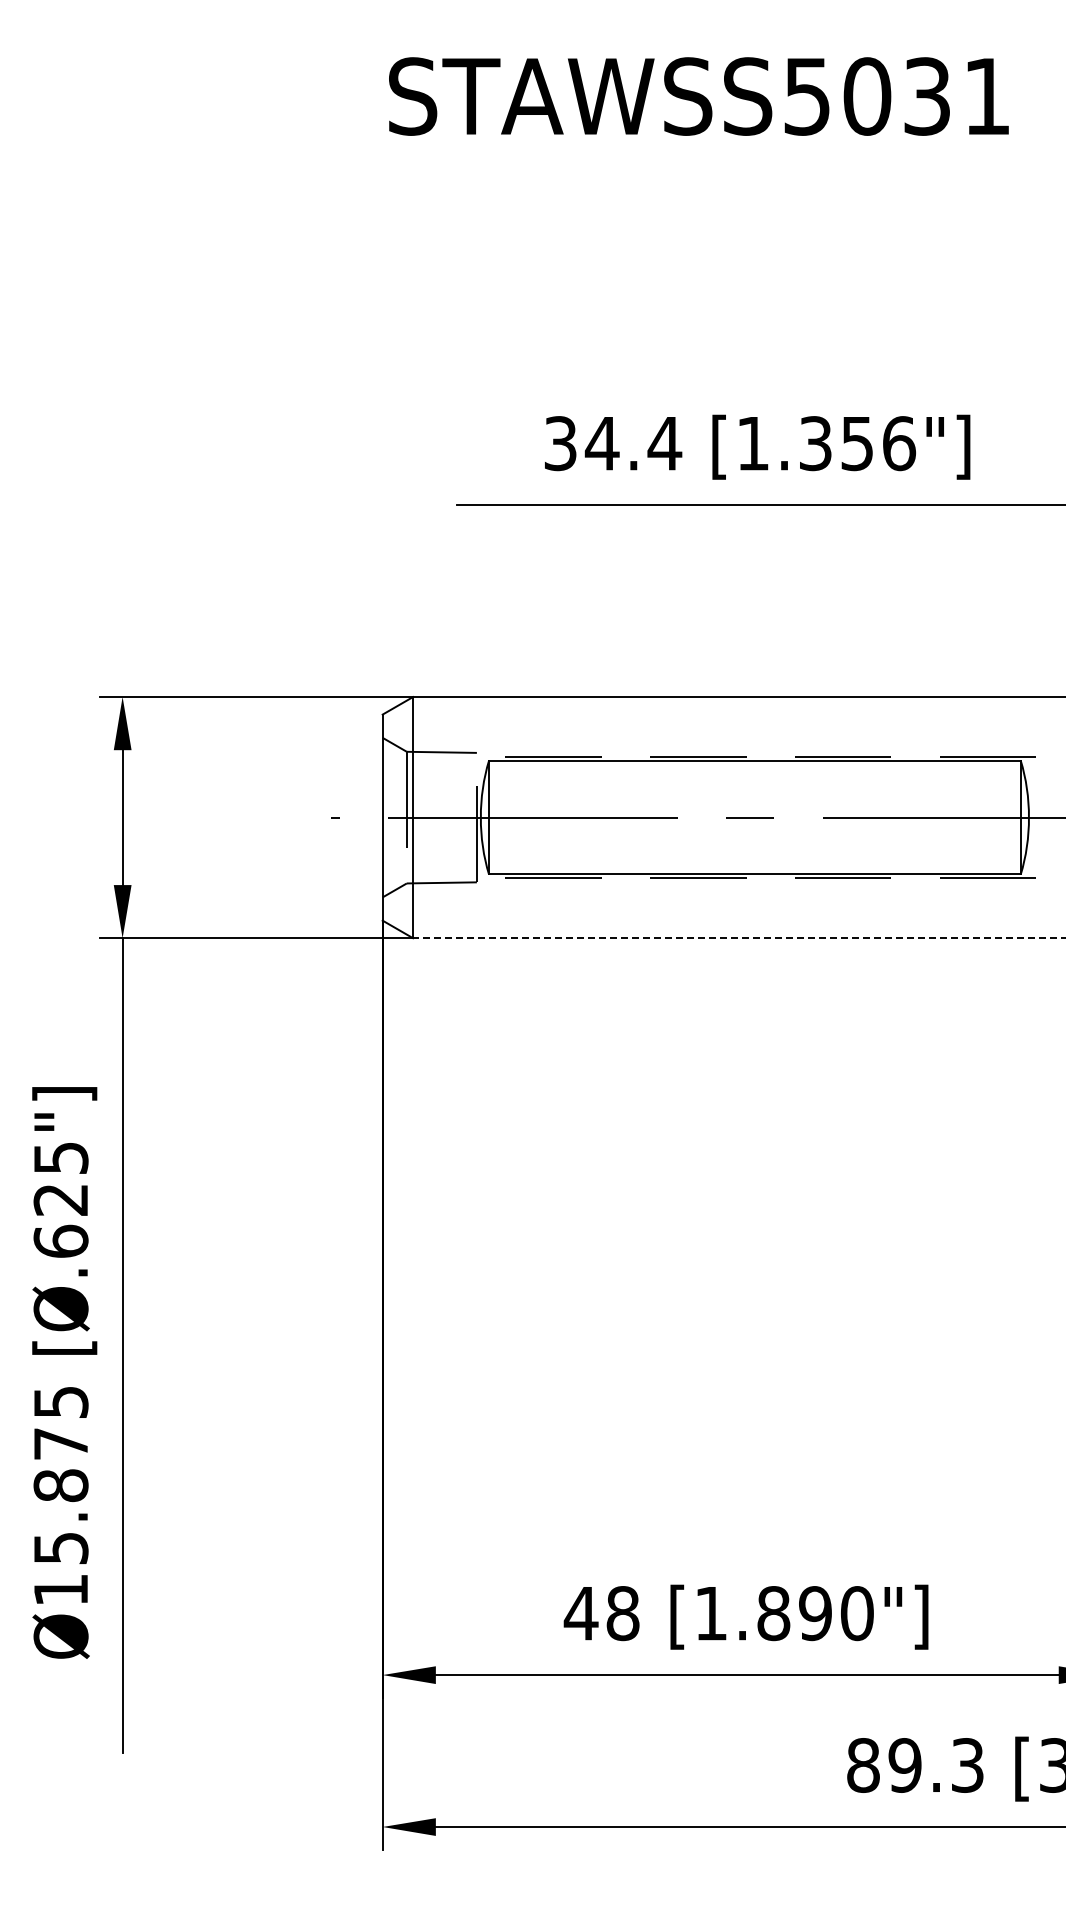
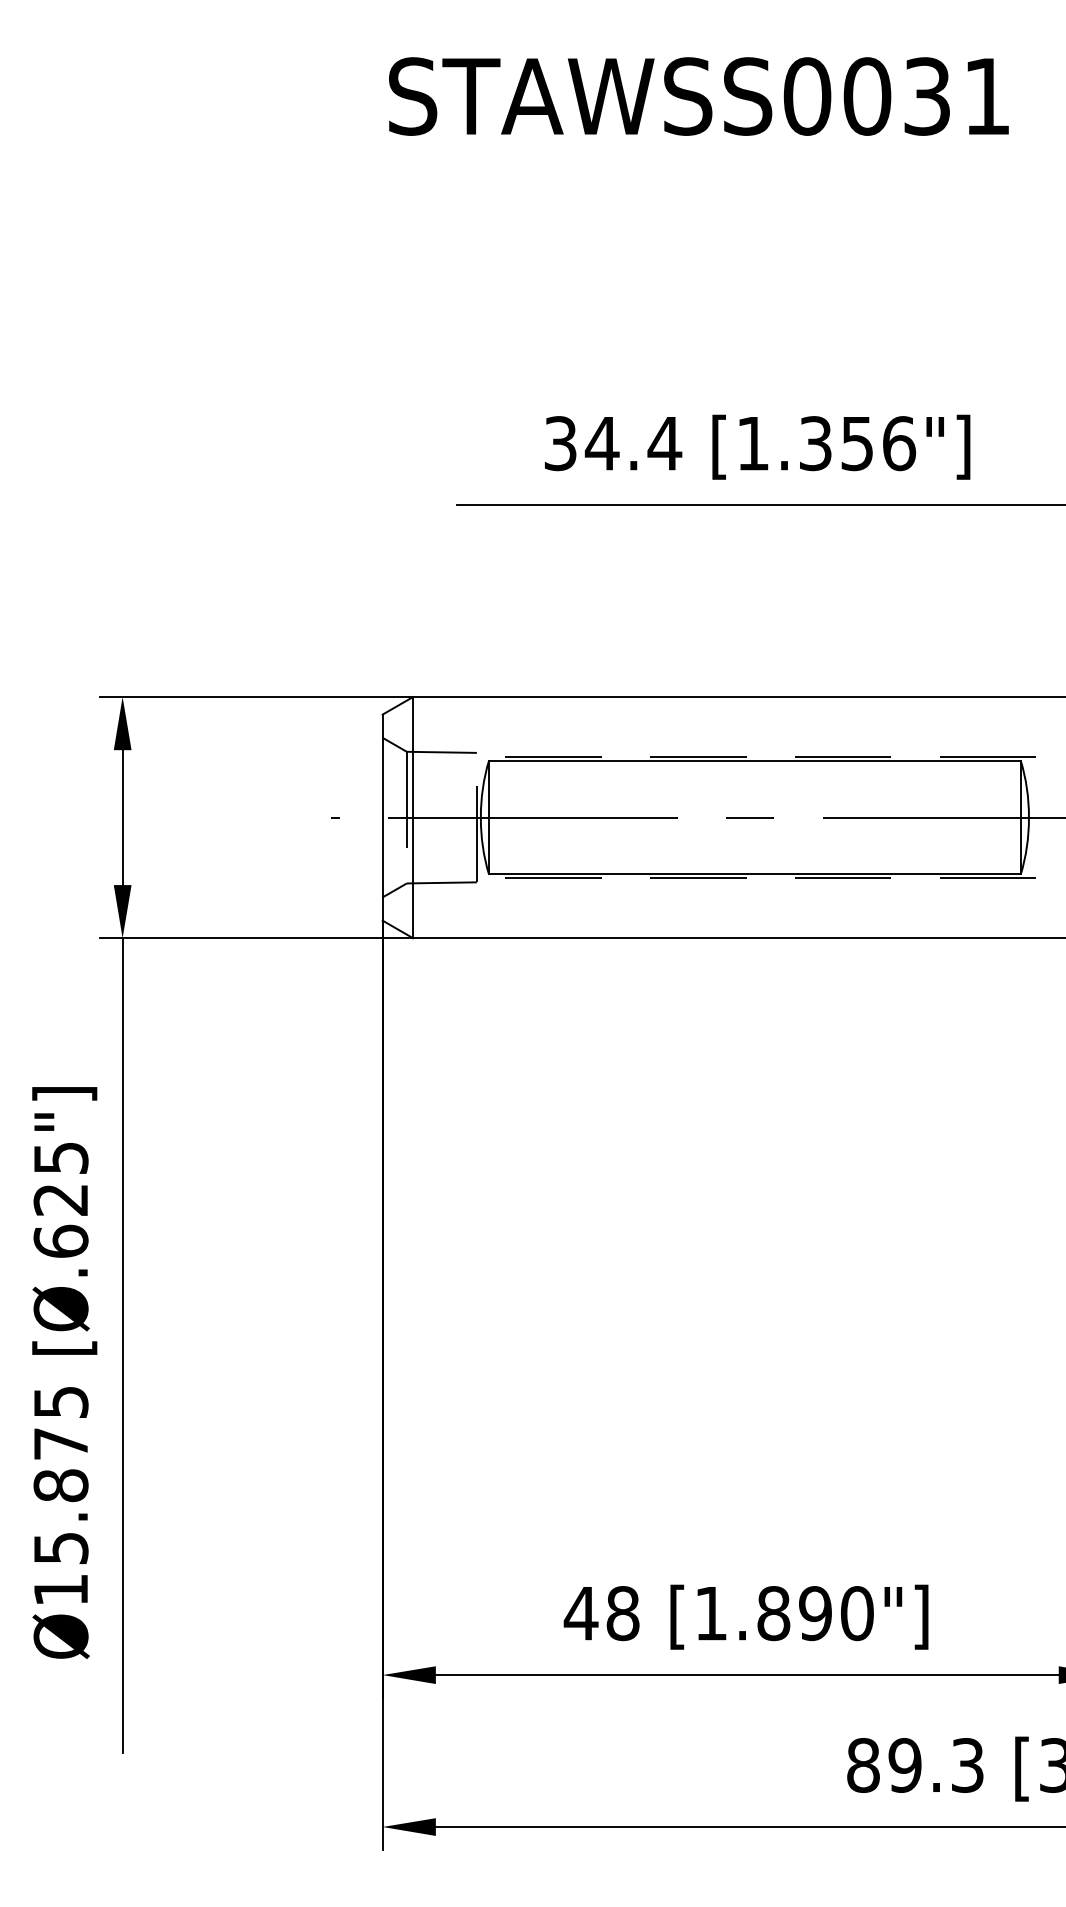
text at (807, 96): STAWSS5031 -> STAWSS0031
line at (739, 938): dashed -> solid
